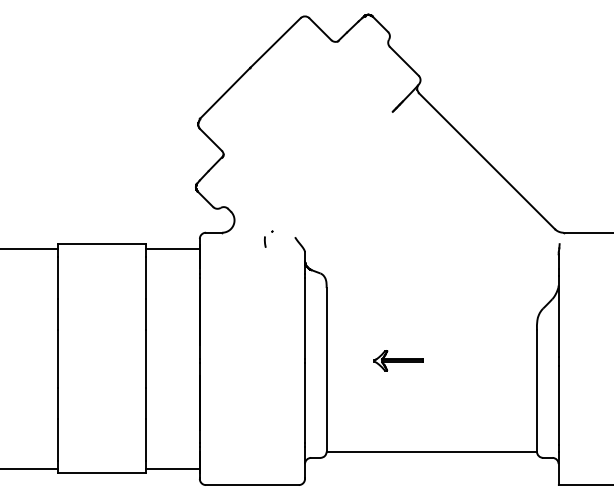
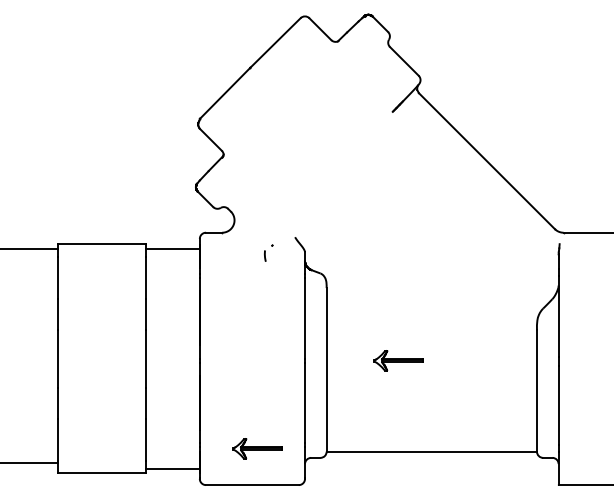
part at (268, 238) position: (268, 238) -> (268, 252)
part at (257, 448): none -> present
line at (29, 469) position: (29, 469) -> (29, 463)
